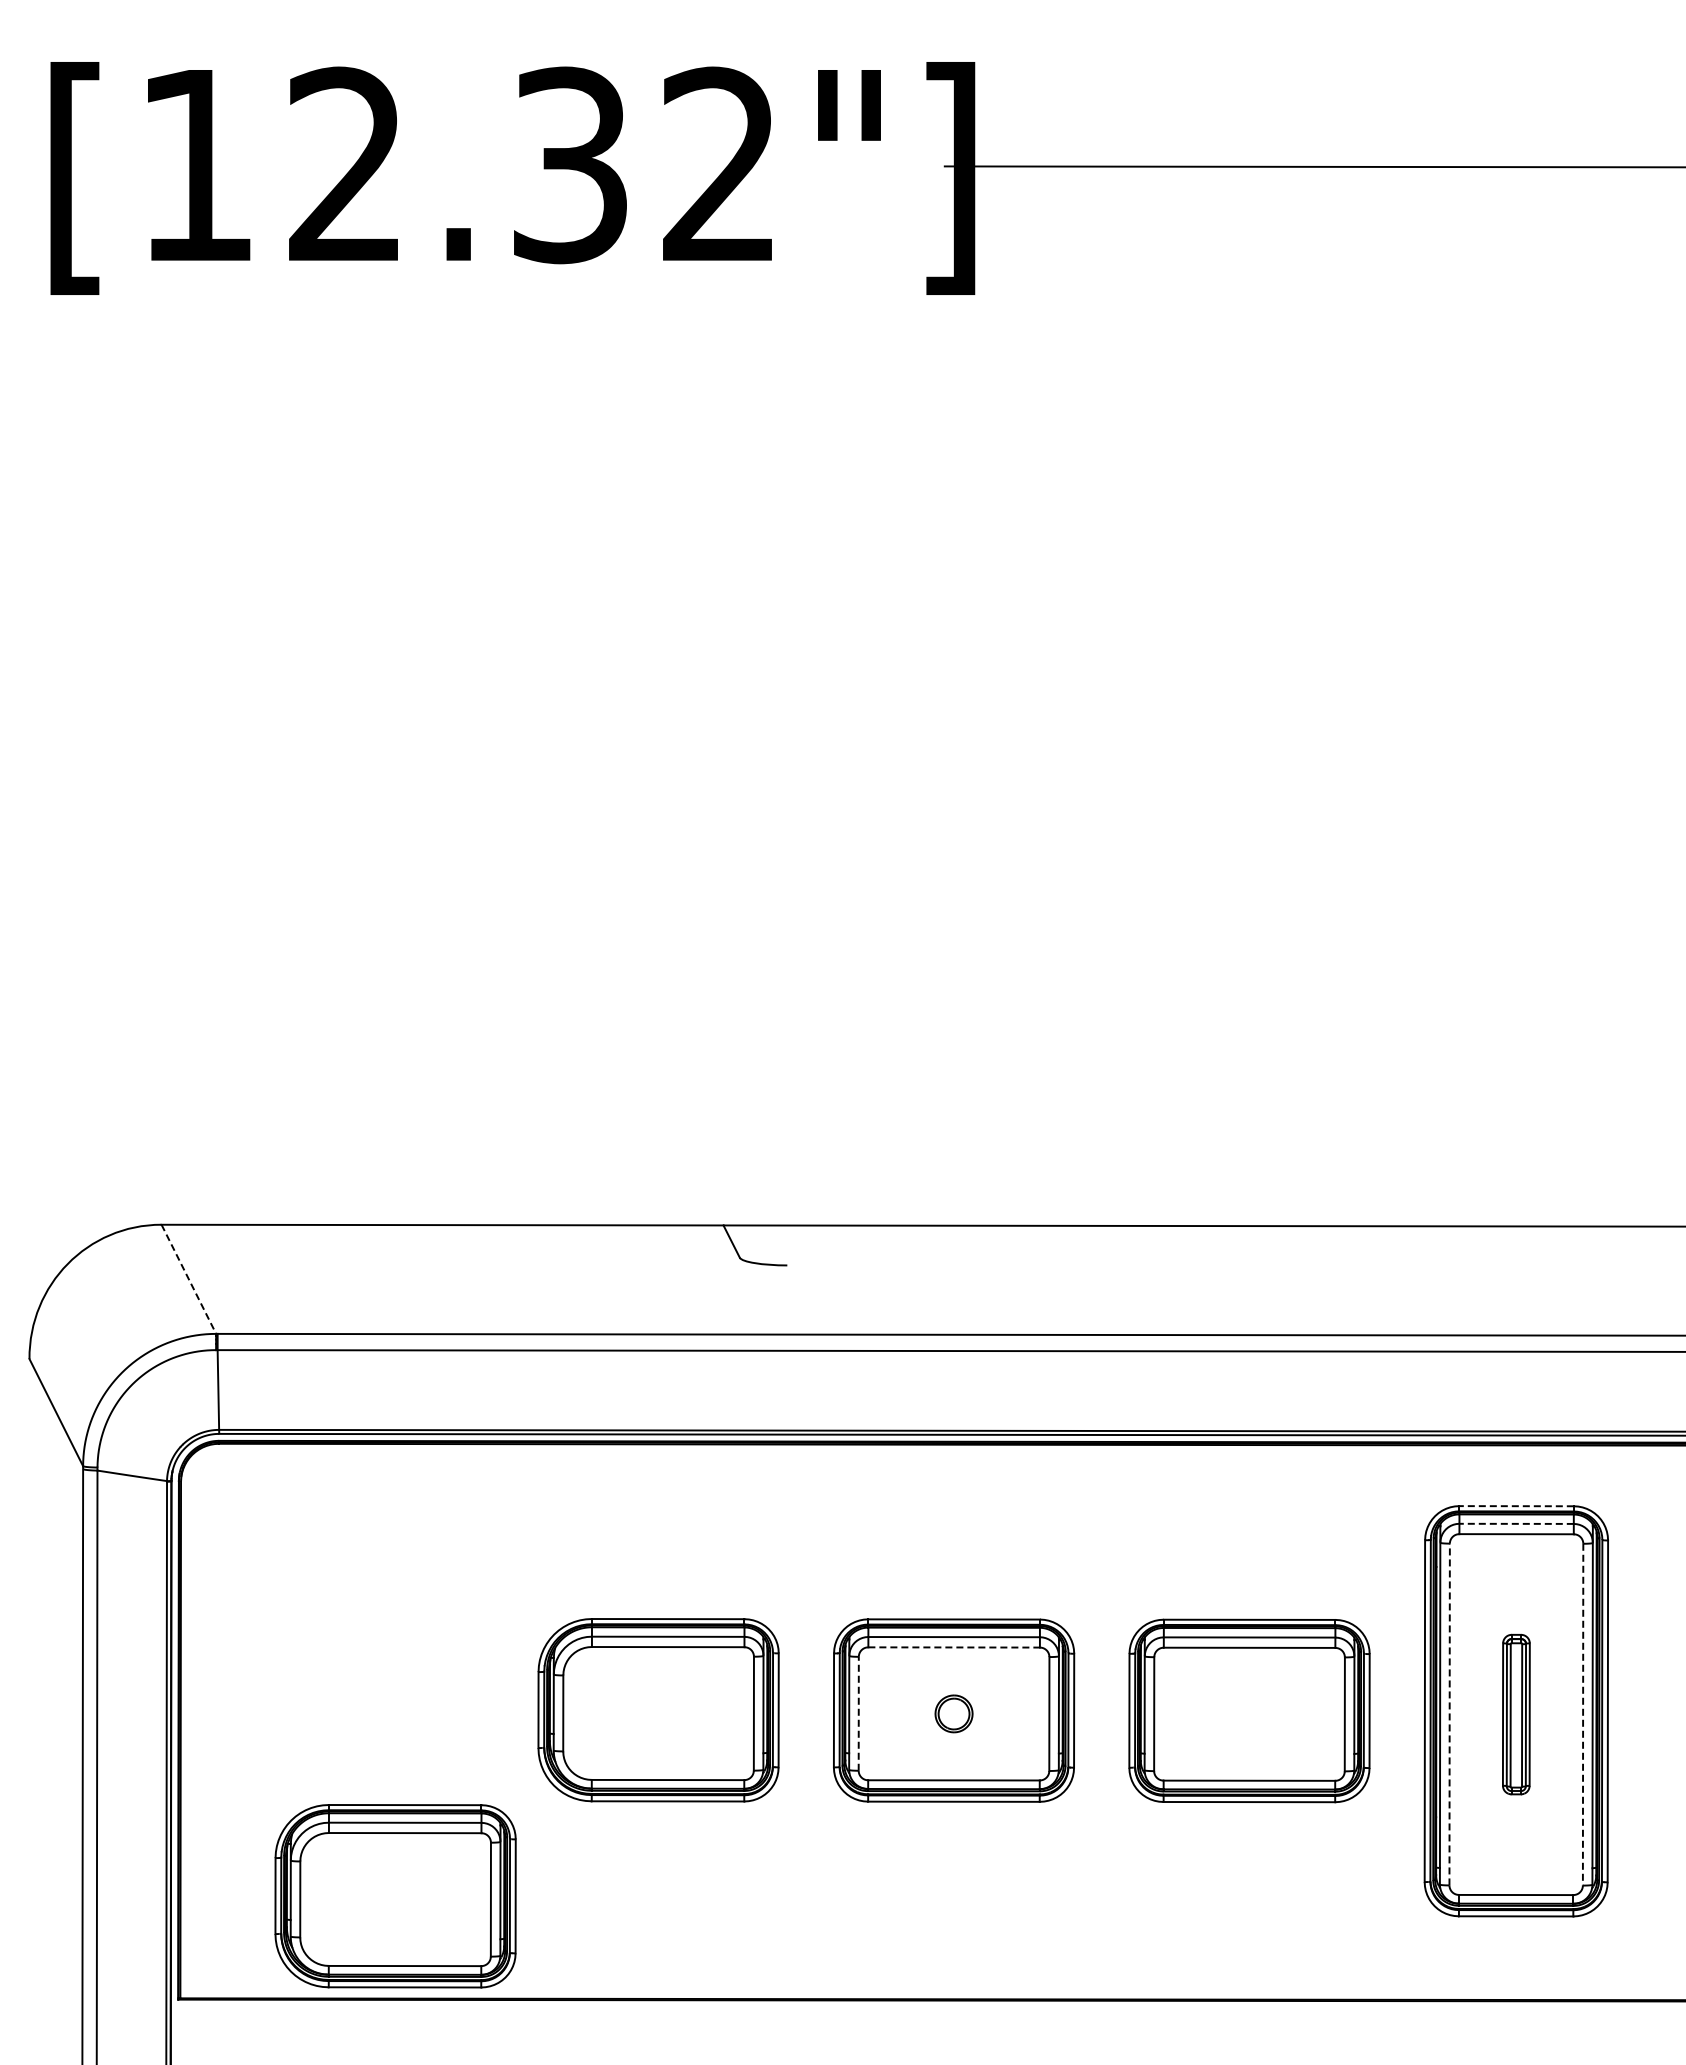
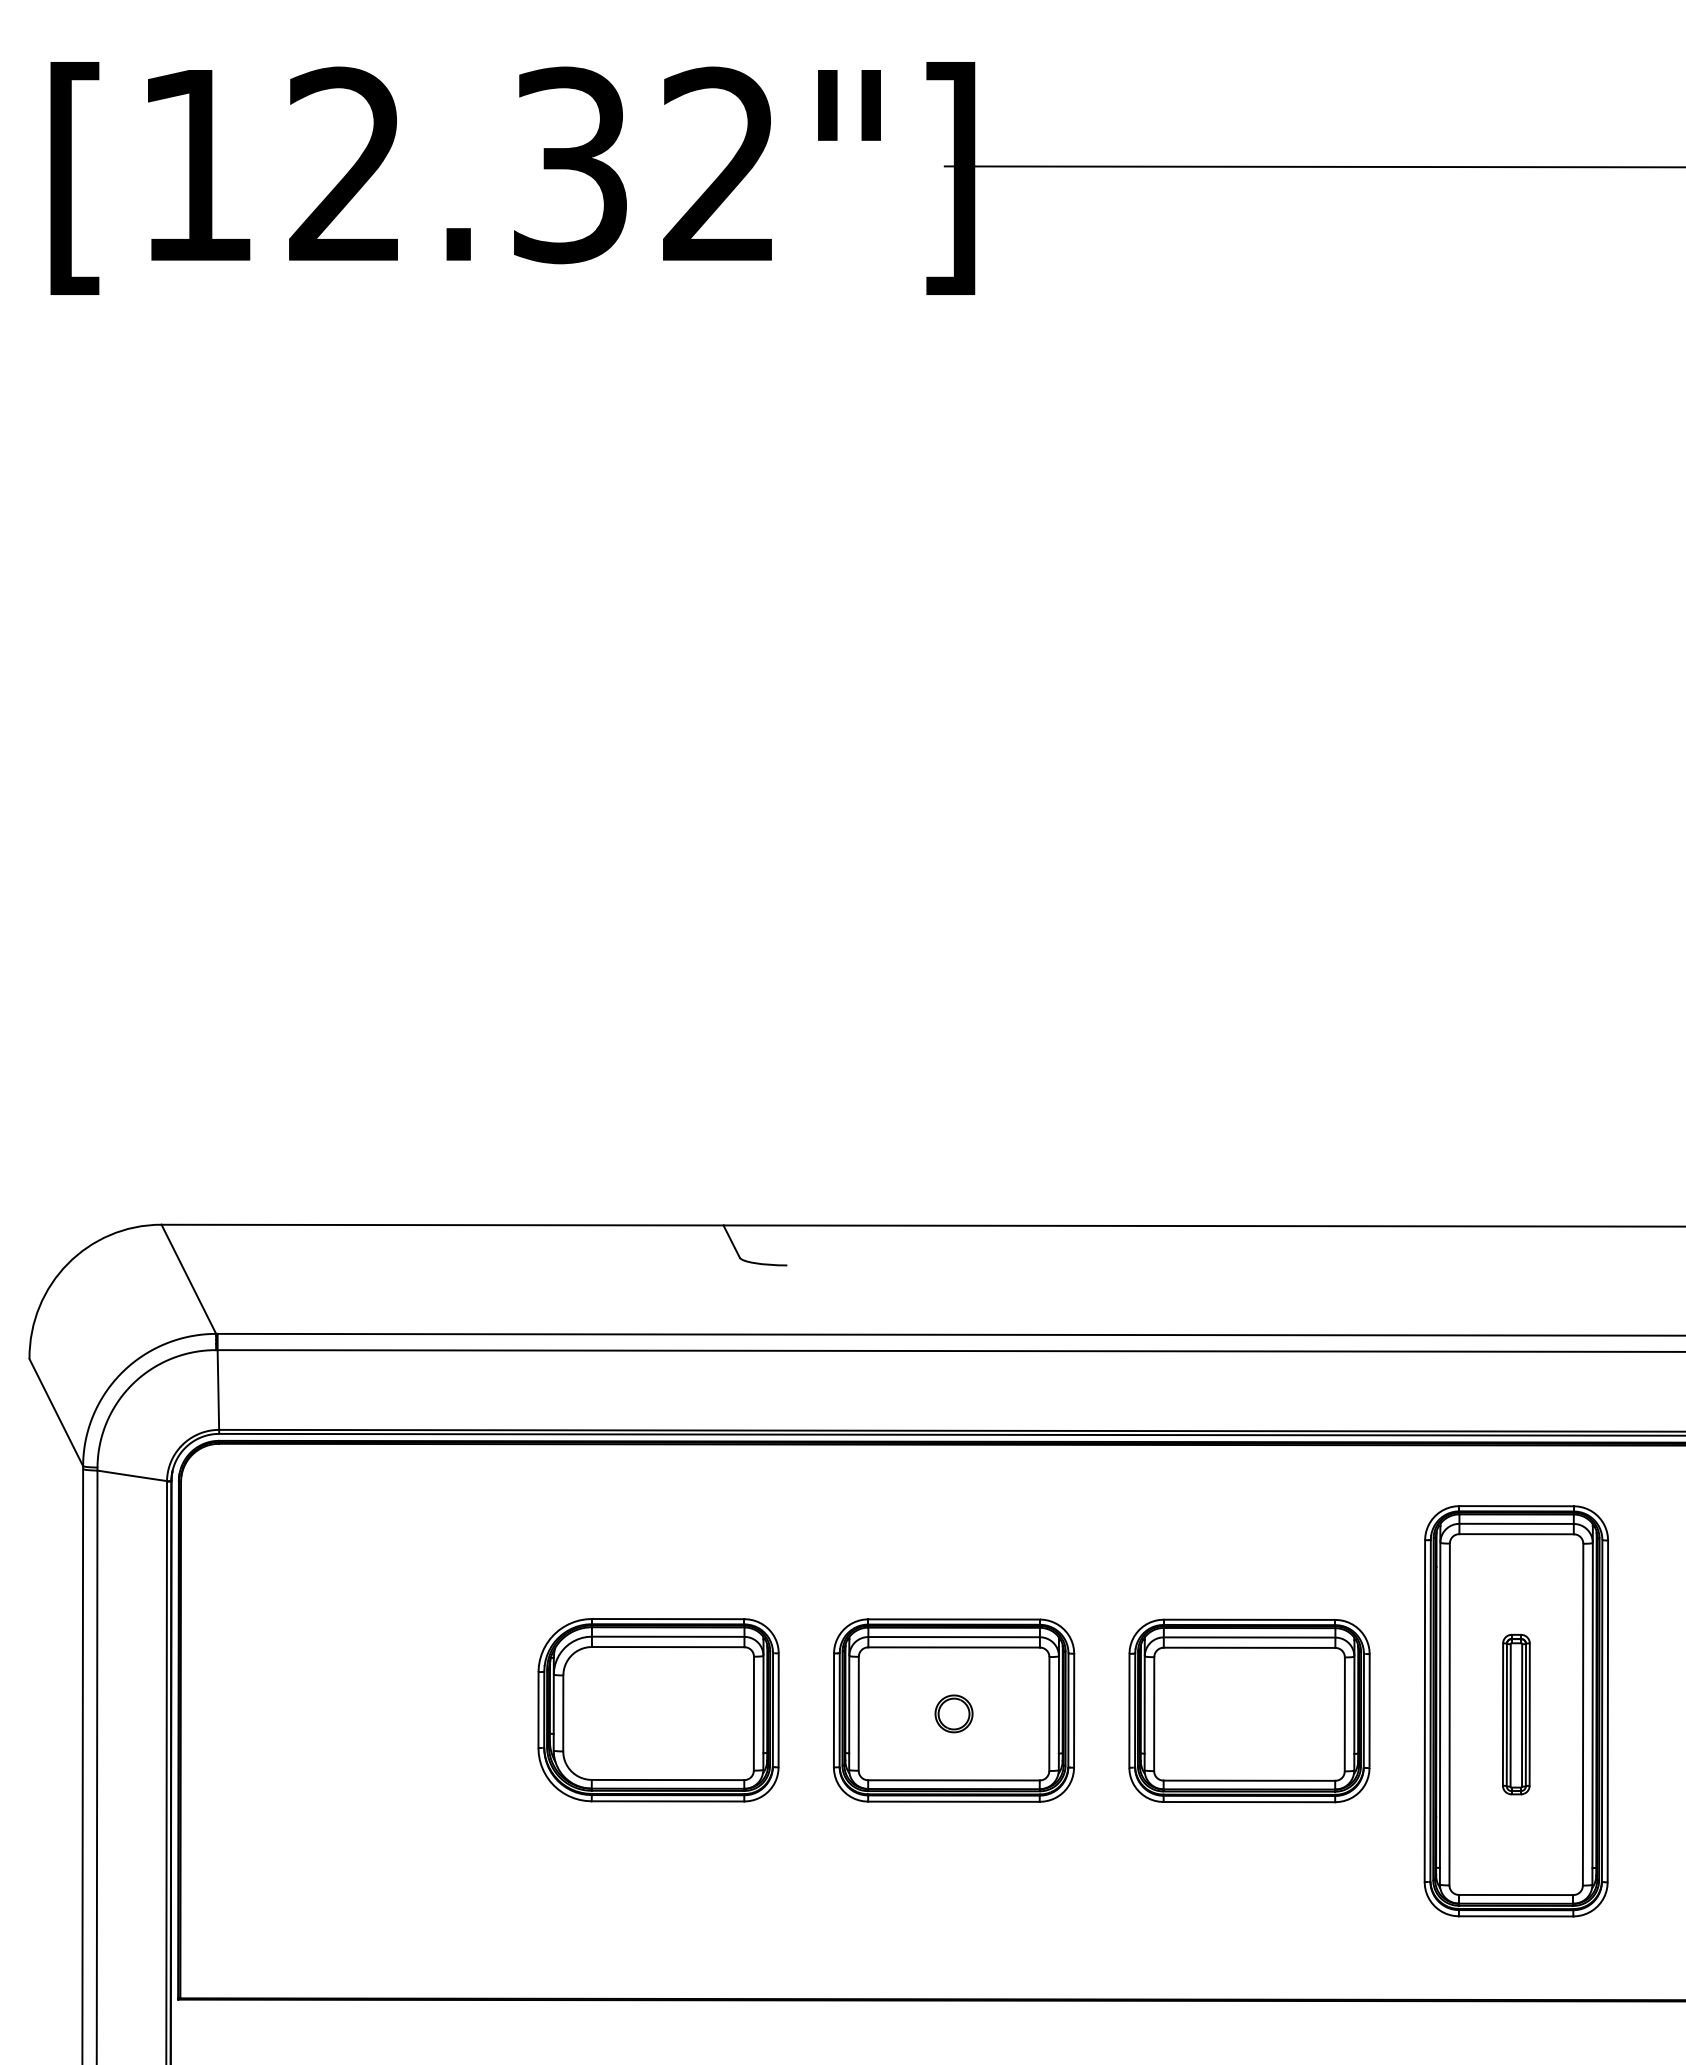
line at (189, 1279): dashed -> solid
line at (1516, 1506): dashed -> solid
line at (1516, 1523): dashed -> solid
line at (954, 1647): dashed -> solid
line at (858, 1713): dashed -> solid
line at (1449, 1714): dashed -> solid
line at (1583, 1714): dashed -> solid
part at (395, 1896): present -> none
